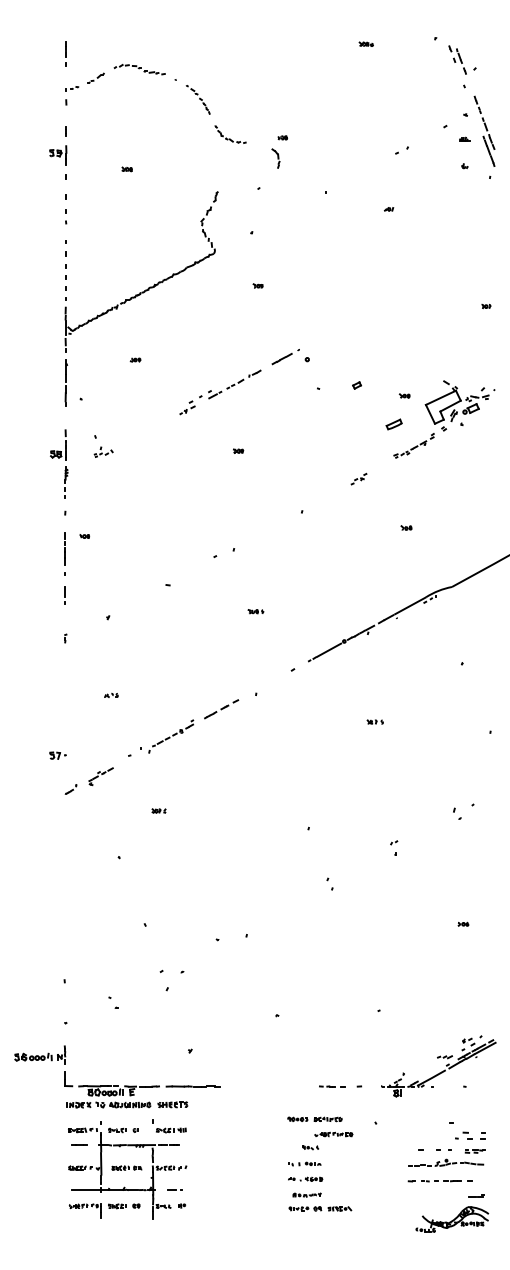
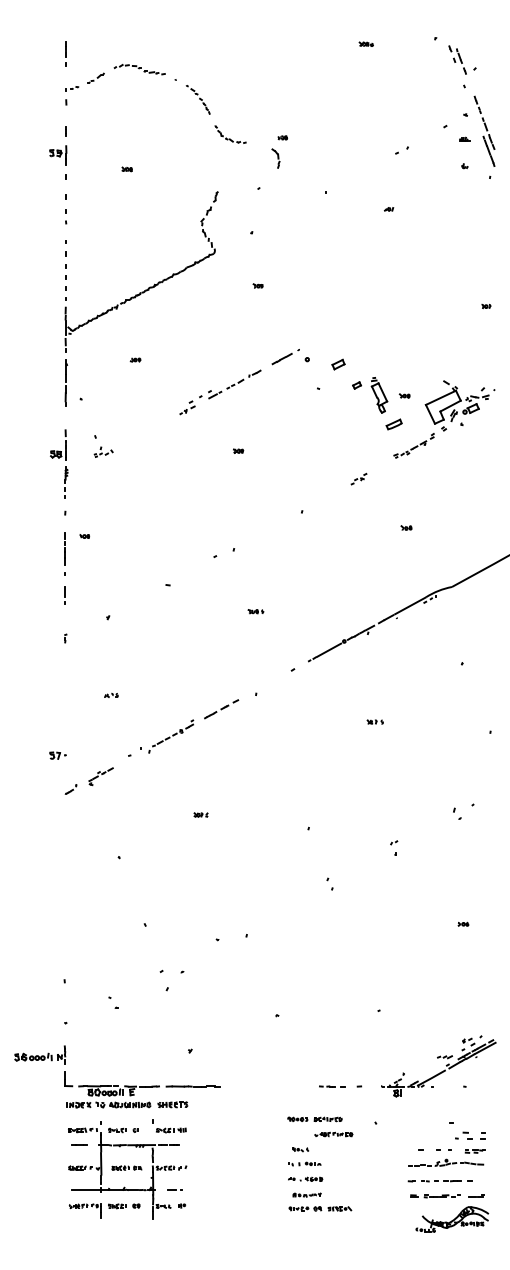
part at (338, 364): none -> present
part at (379, 395): none -> present
part at (158, 810) position: (158, 810) -> (200, 814)
part at (310, 1147) position: (310, 1147) -> (300, 1149)
part at (435, 1196): none -> present
